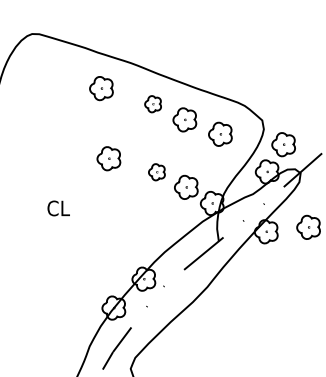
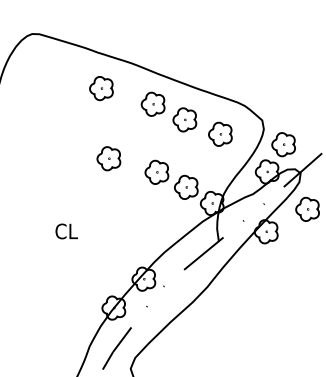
part at (152, 104) size: 18x19 px -> 26x26 px
part at (156, 172) size: 18x19 px -> 26x26 px
text at (58, 208) position: (58, 208) -> (66, 231)
part at (308, 226) position: (308, 226) -> (307, 208)
